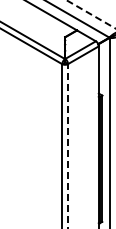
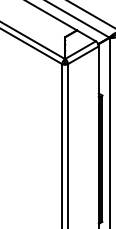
line at (91, 14): dashed -> solid
line at (68, 146): dashed -> solid
